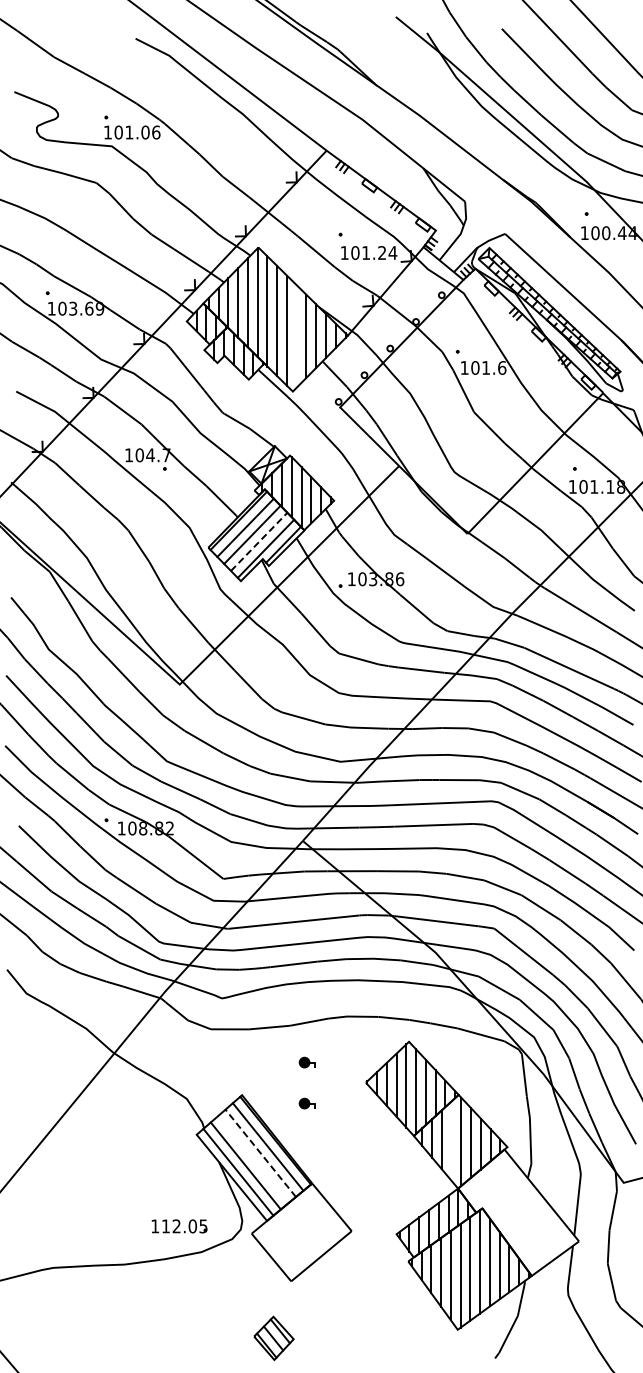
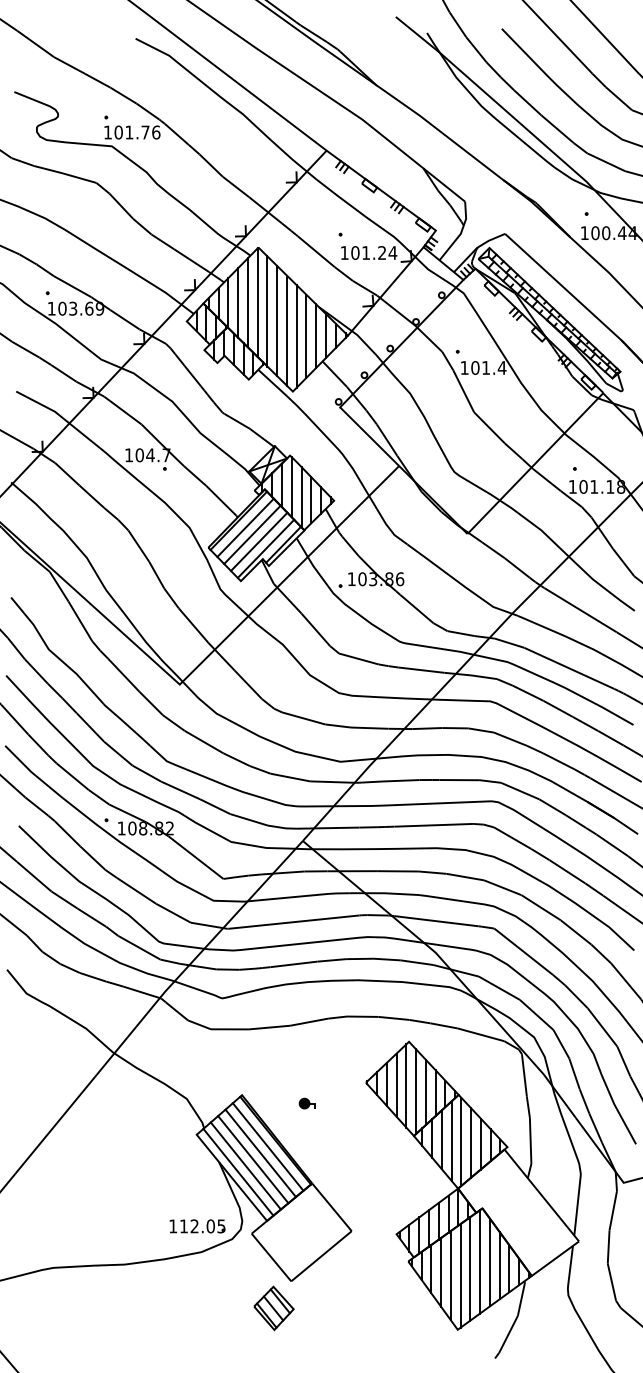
text at (145, 132): 101.06 -> 101.76
line at (296, 336): none -> present
text at (501, 367): 101.6 -> 101.4
line at (259, 541): dashed -> solid
part at (306, 1062): present -> none
line at (451, 1140): none -> present
line at (260, 1152): dashed -> solid
line at (253, 1159): none -> present
text at (179, 1226) position: (179, 1226) -> (197, 1226)
part at (273, 1338) position: (273, 1338) -> (273, 1308)
